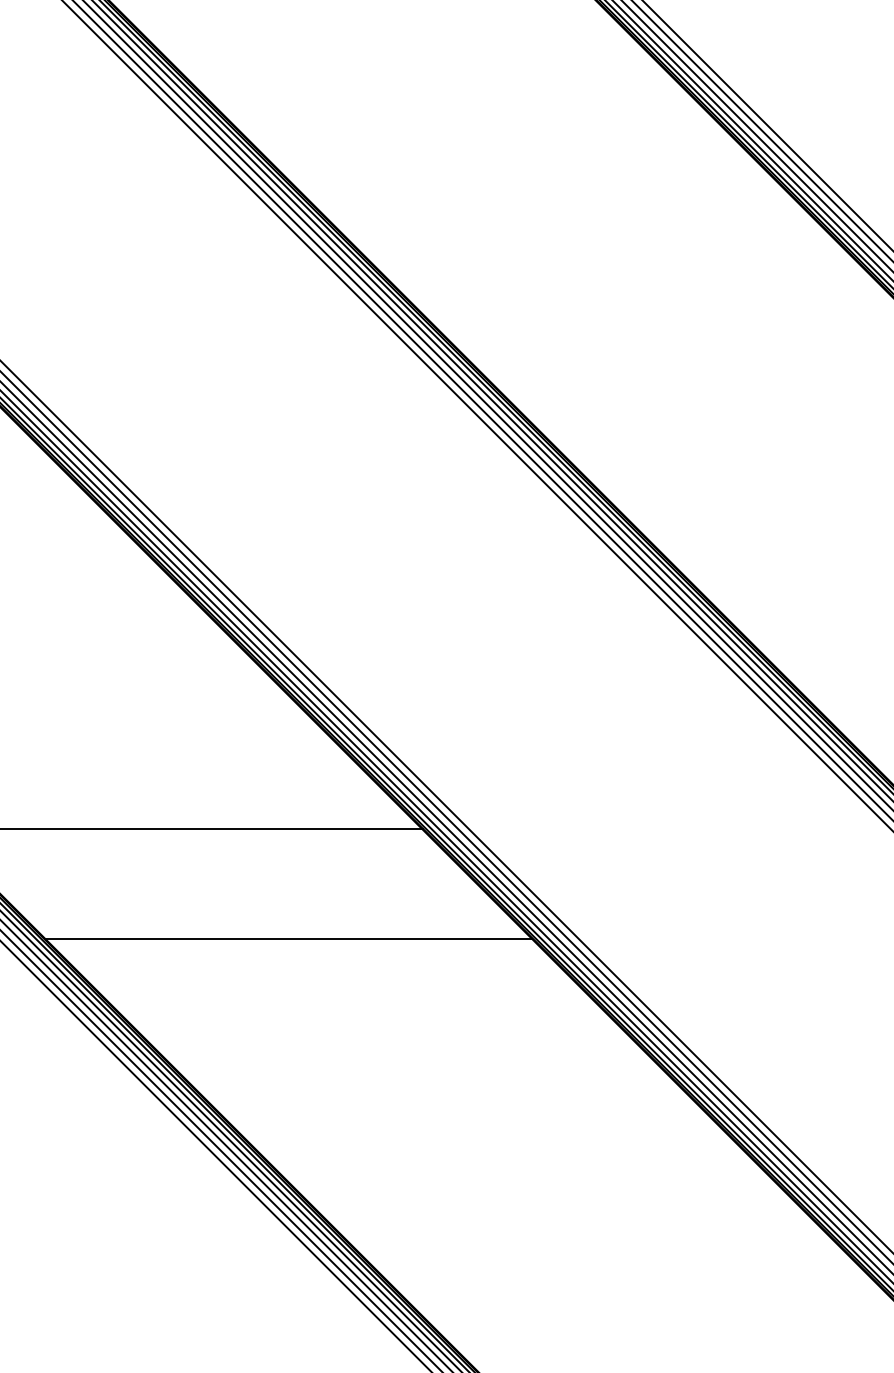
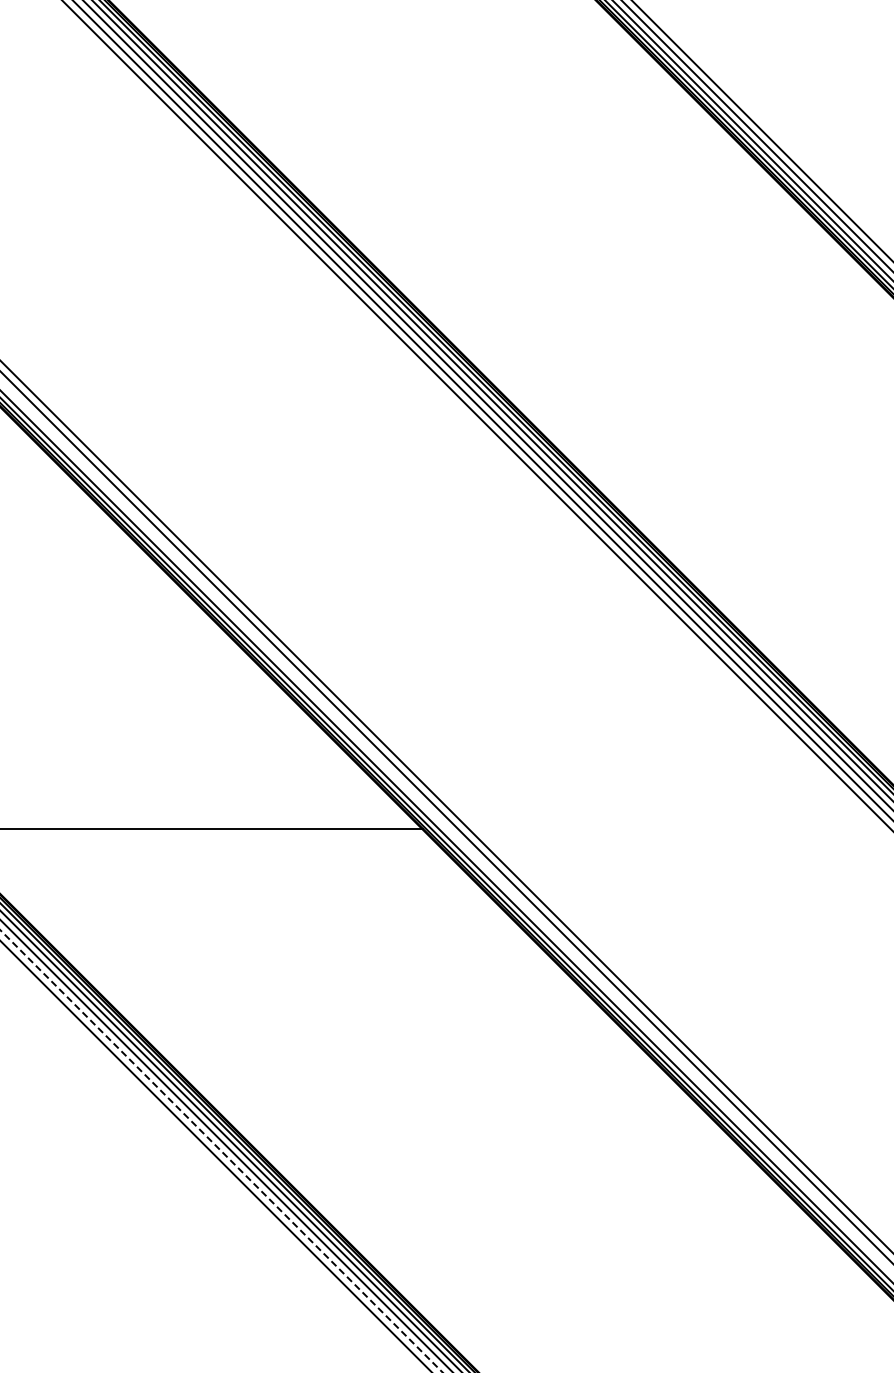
line at (767, 125): present -> none
line at (446, 827): present -> none
line at (288, 938): present -> none
line at (221, 1151): solid -> dashed
